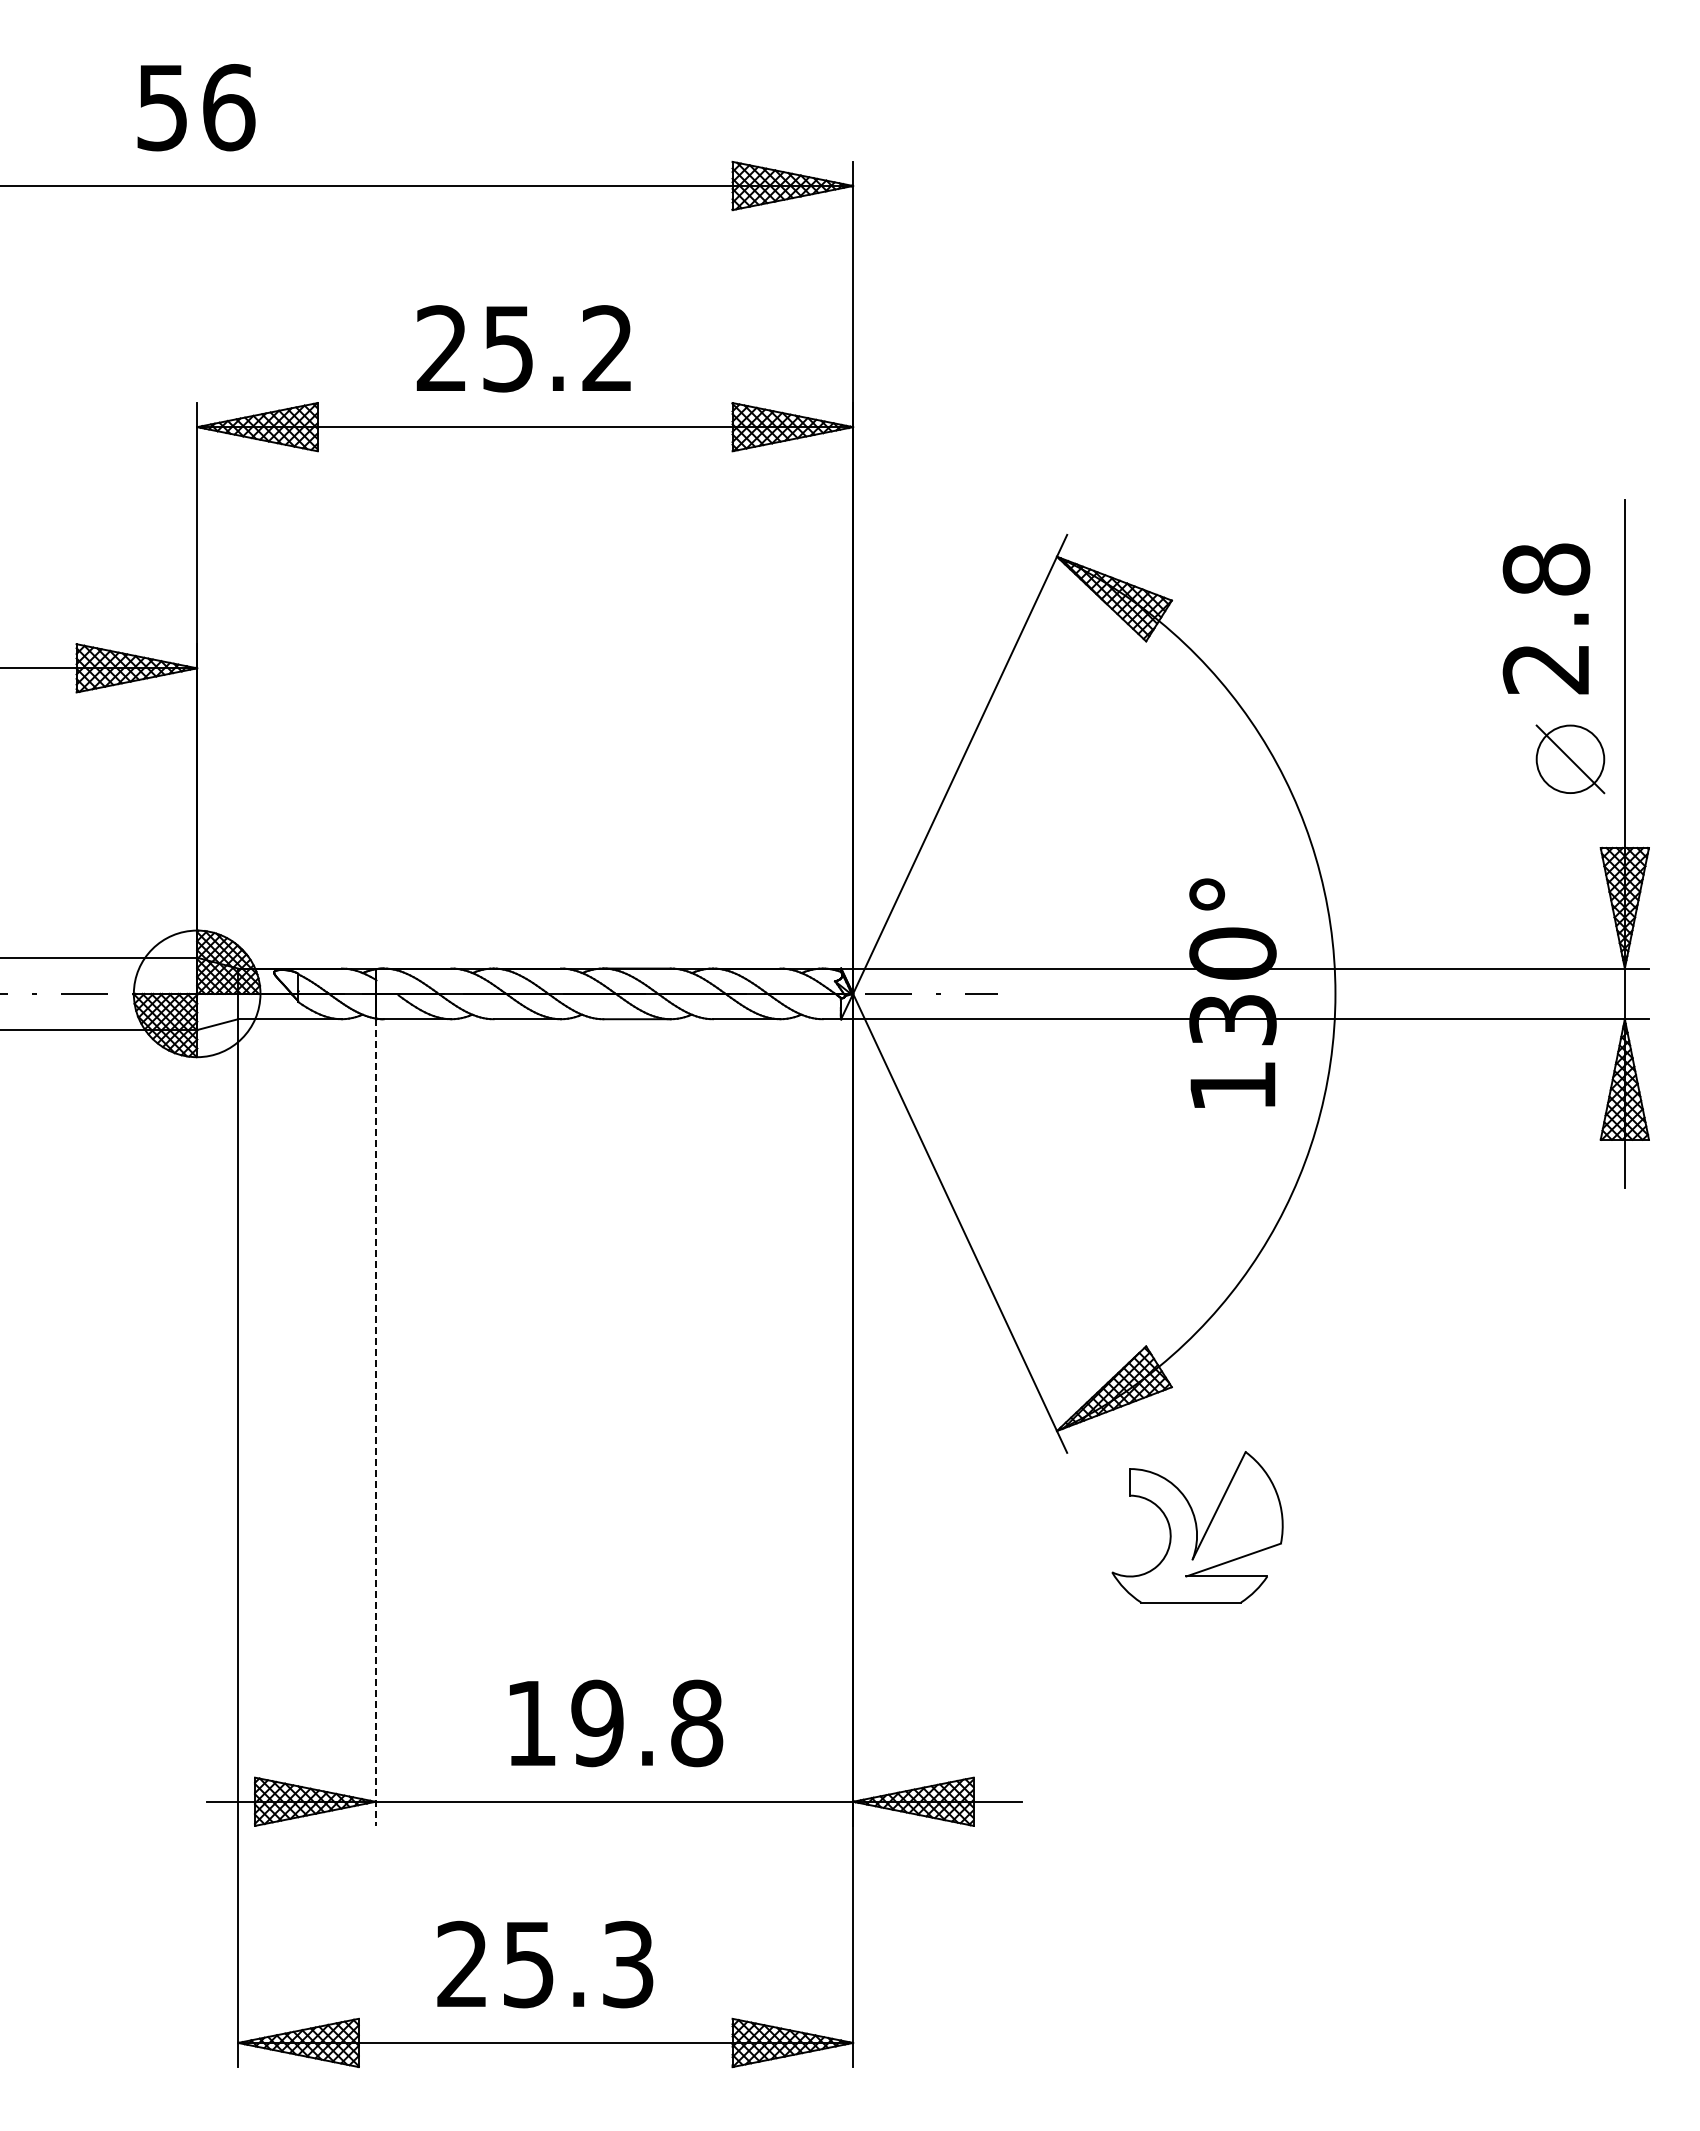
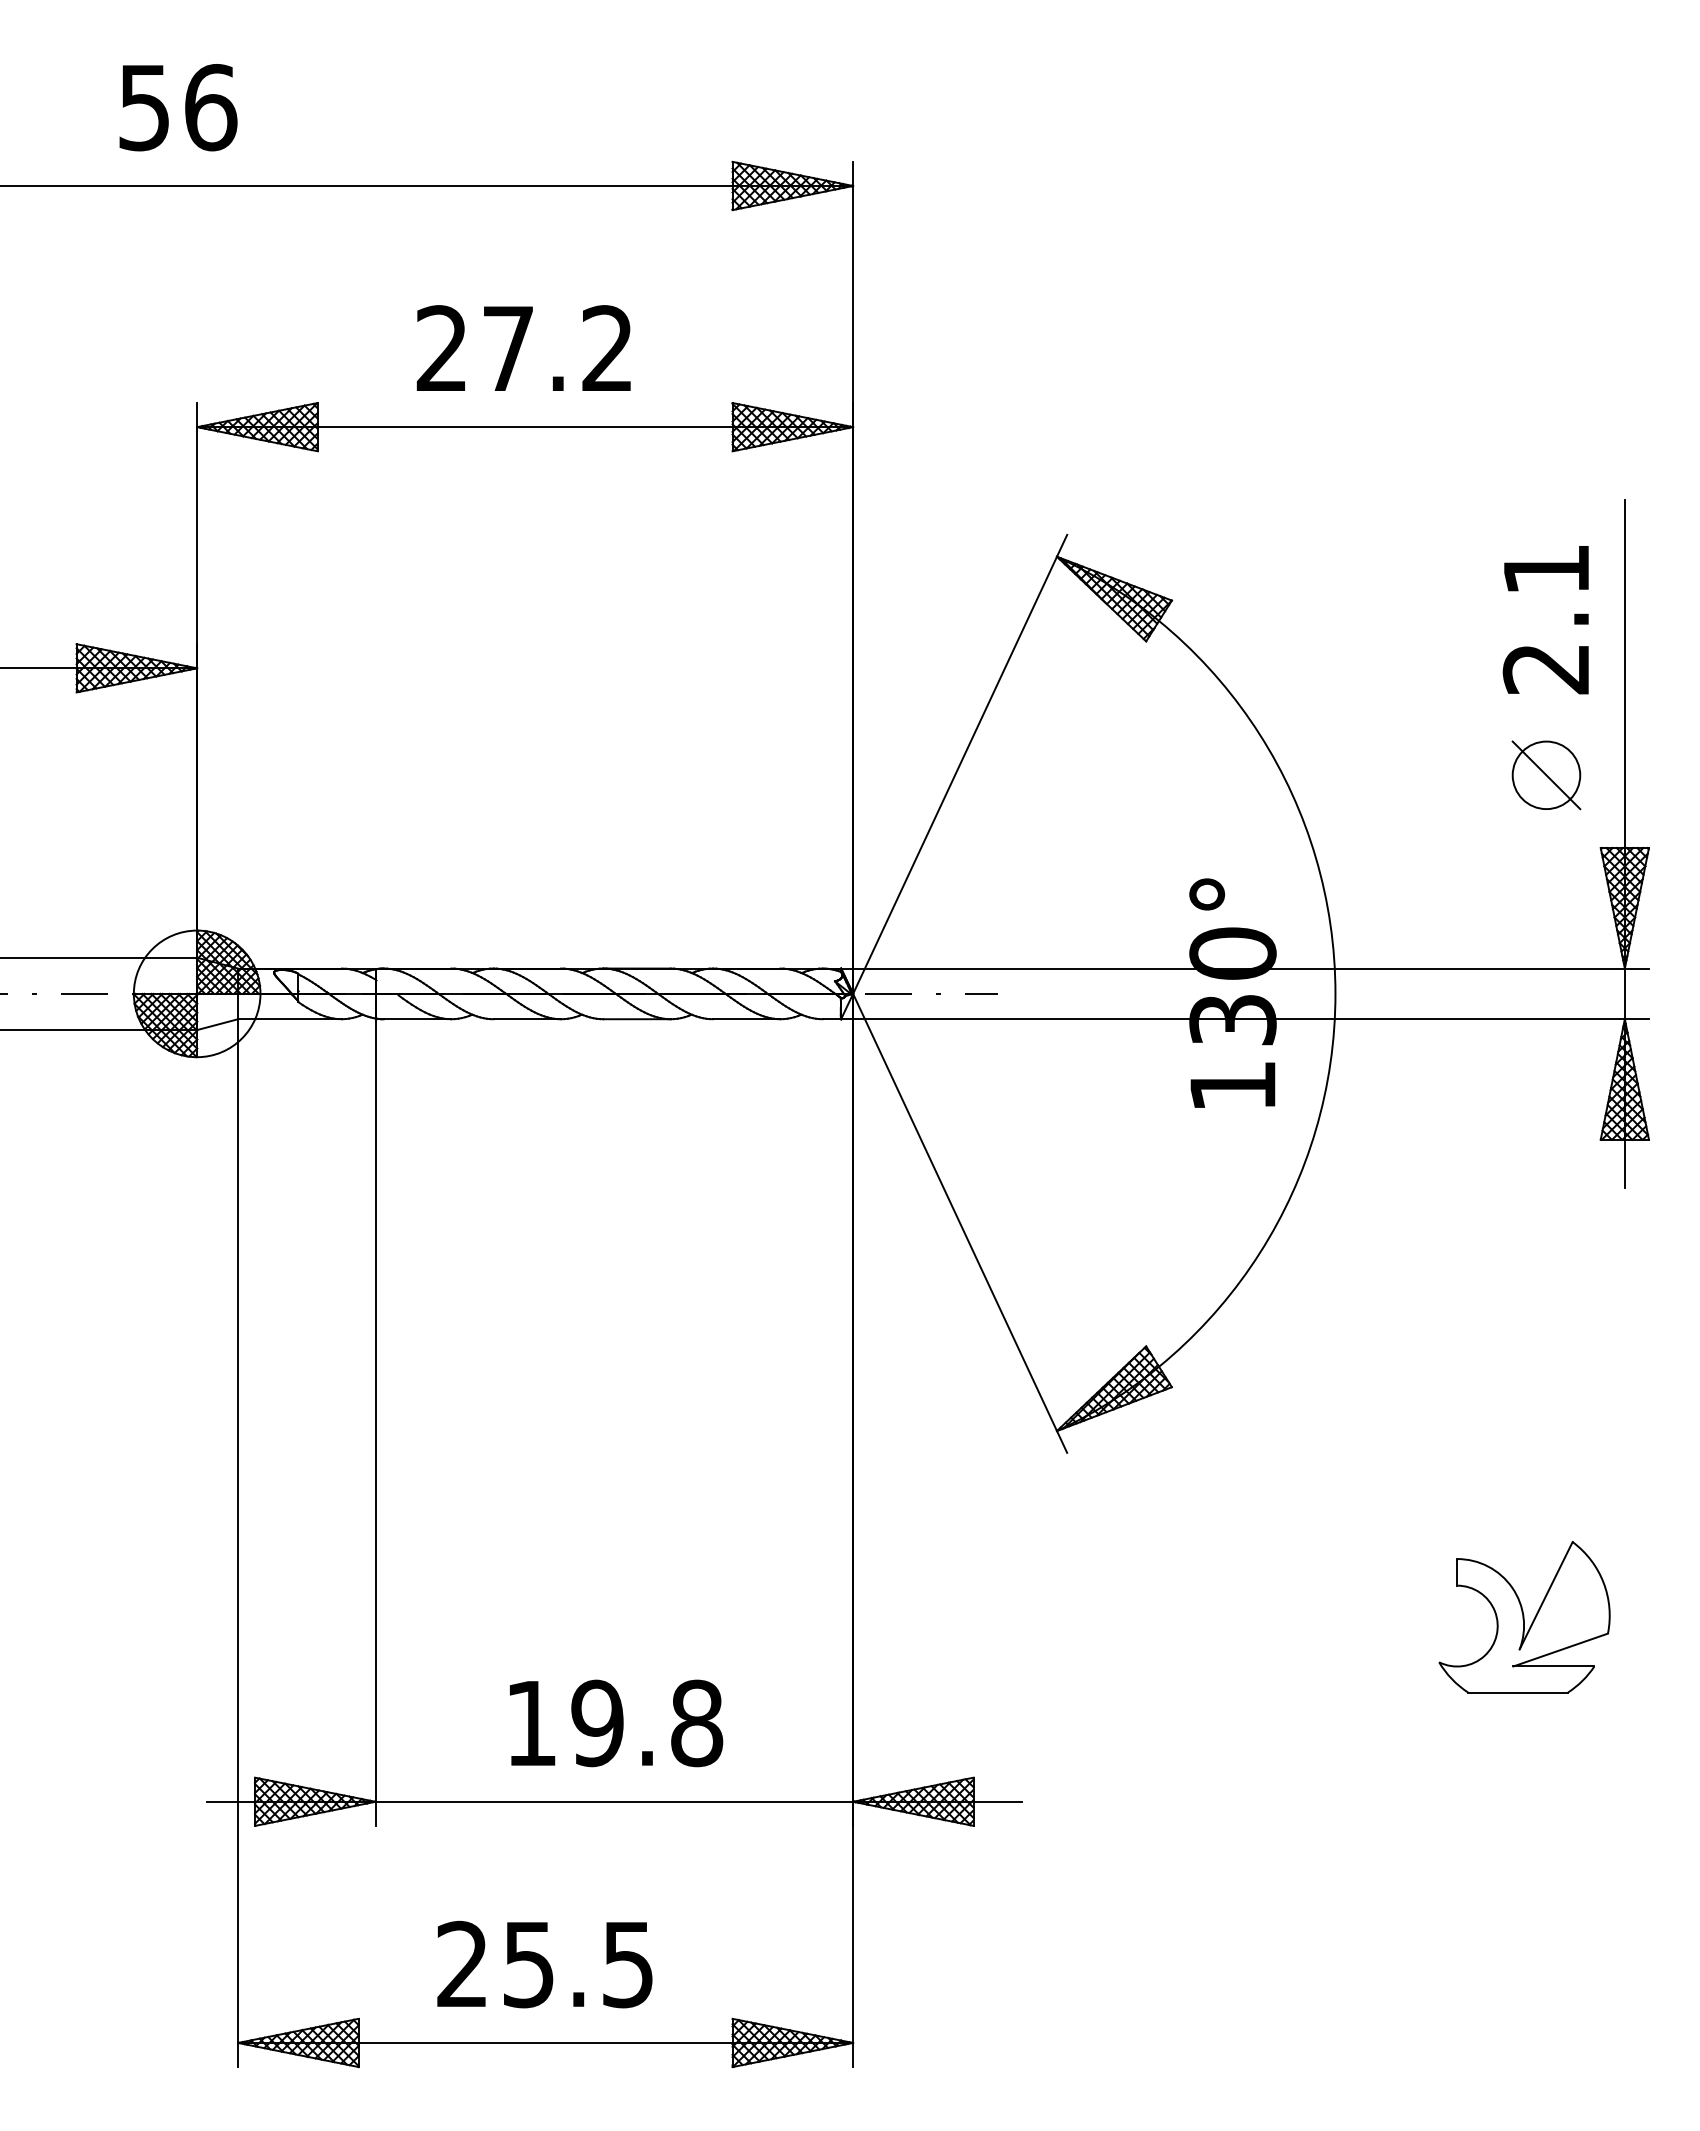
text at (196, 107) position: (196, 107) -> (178, 107)
text at (507, 349): 25.2 -> 27.2
text at (1546, 569): 2.8 -> 2.1
part at (1570, 759) position: (1570, 759) -> (1546, 775)
line at (375, 1423): dashed -> solid
part at (1197, 1527) position: (1197, 1527) -> (1524, 1617)
text at (628, 1964): 25.3 -> 25.5
